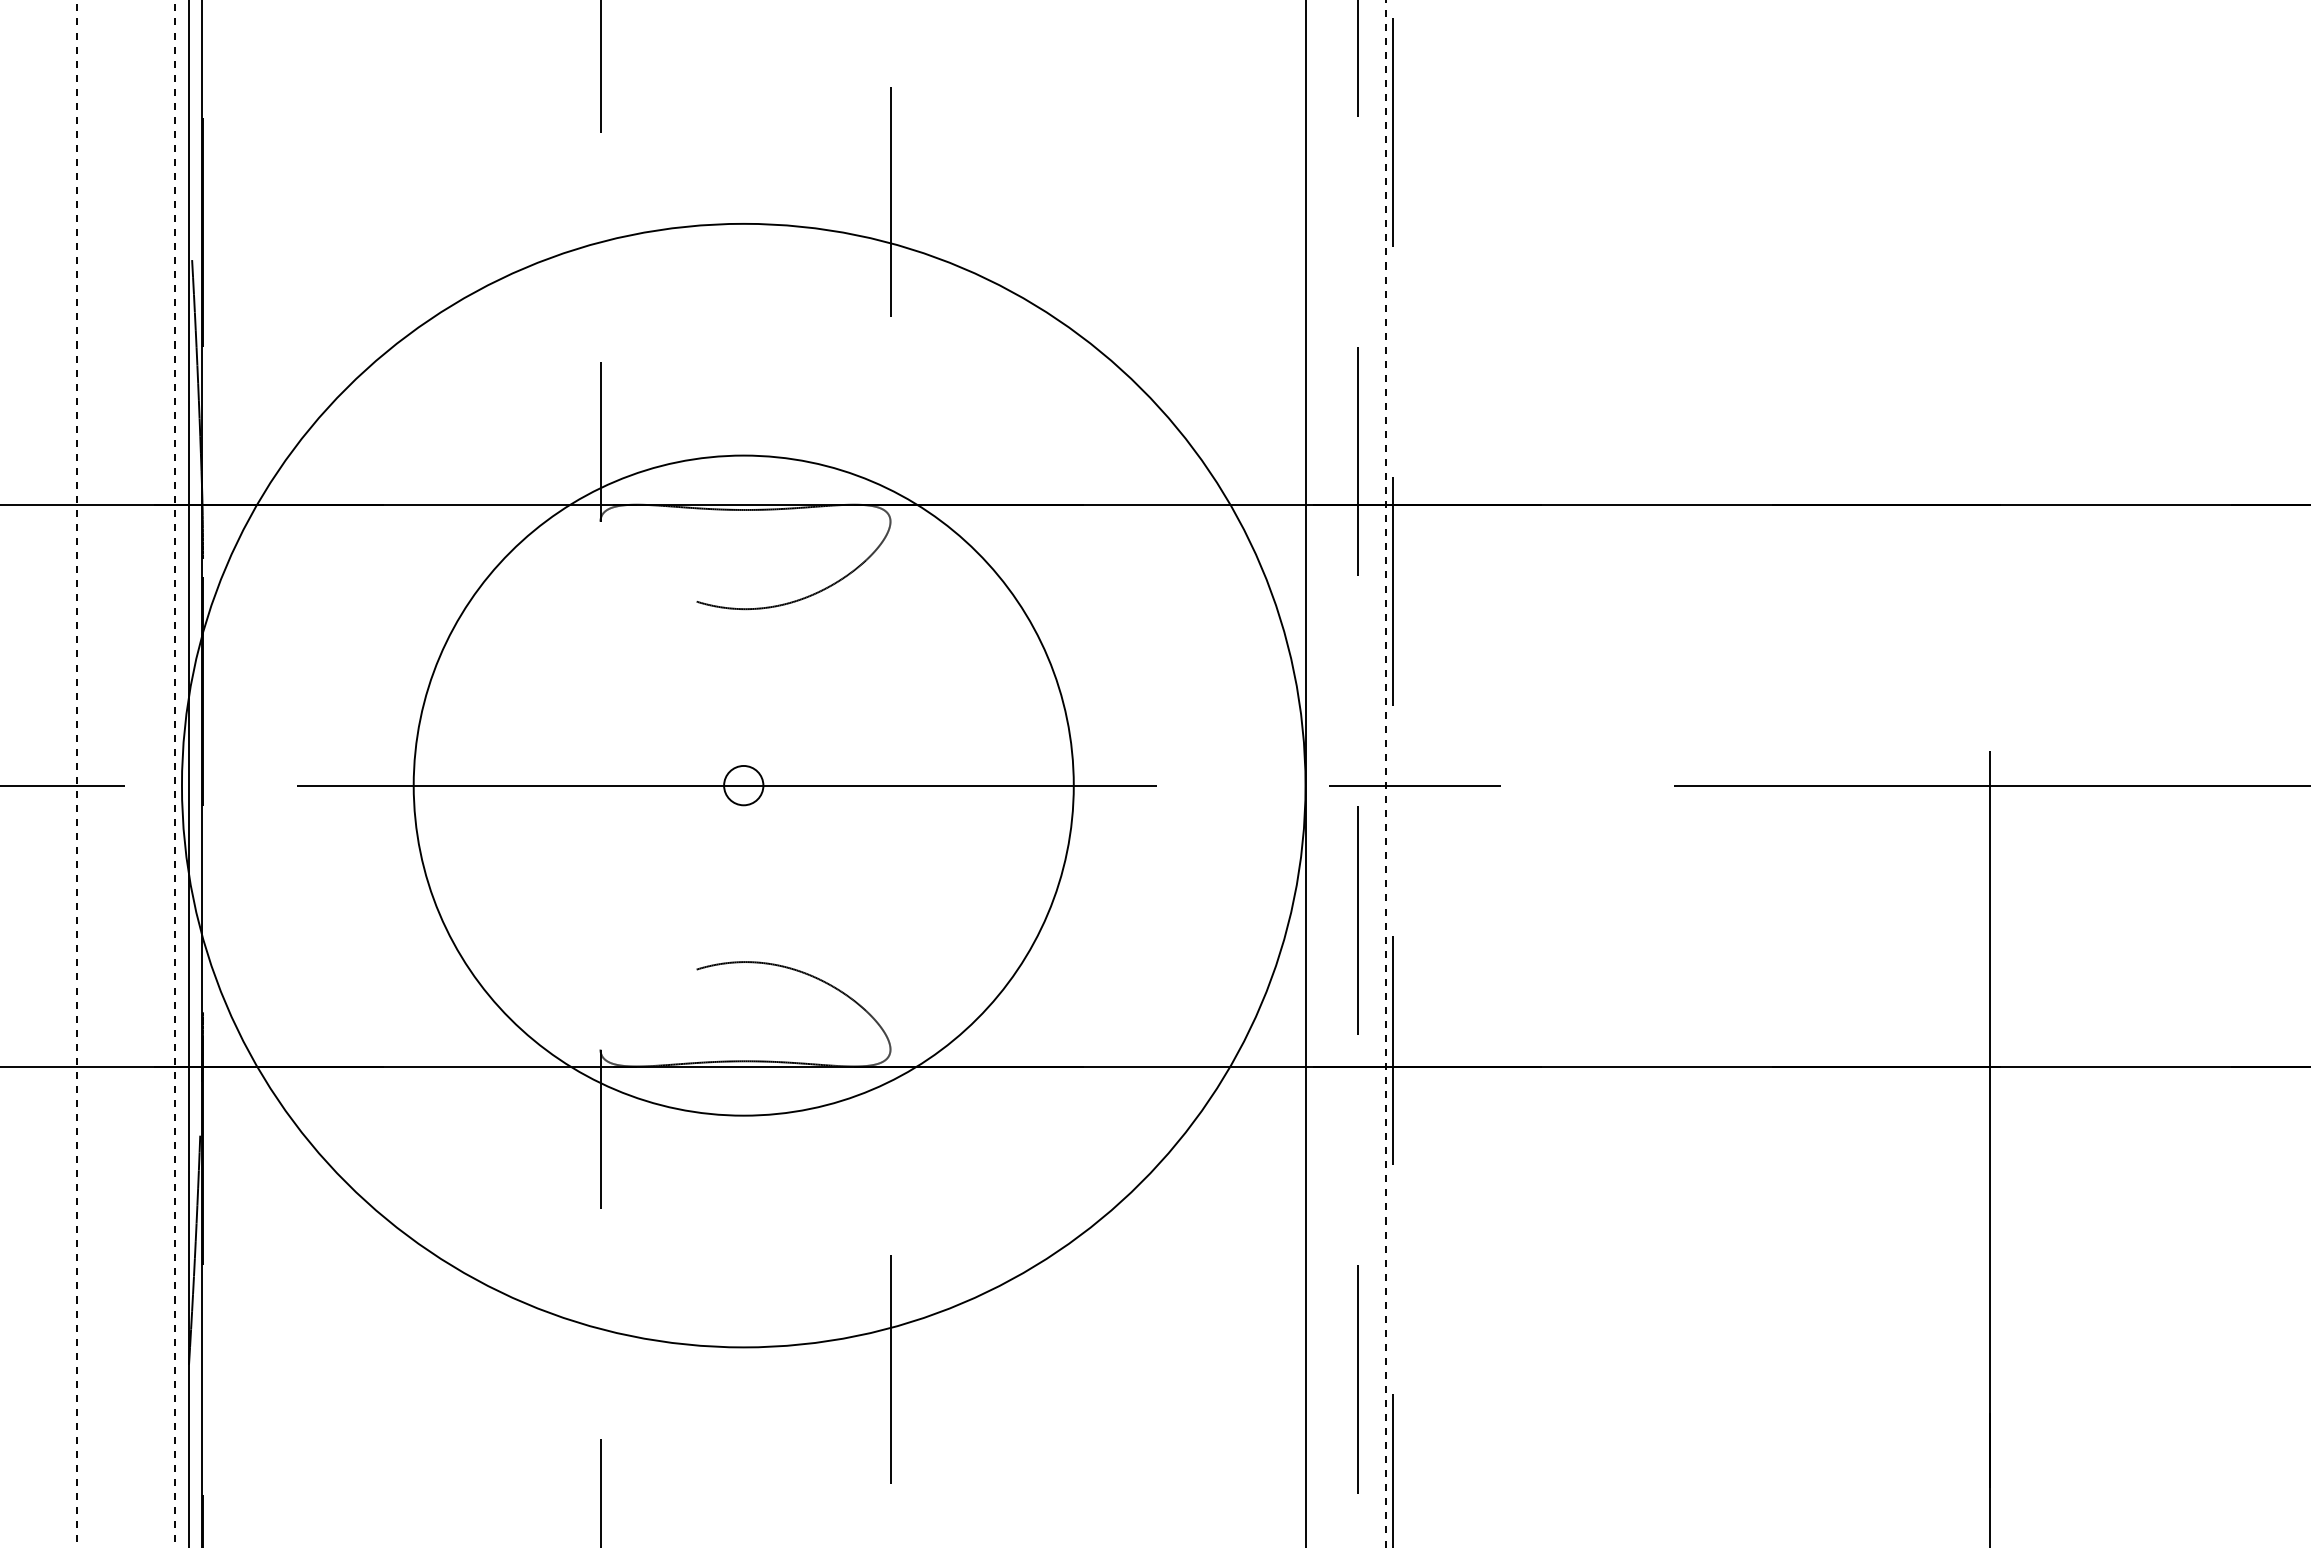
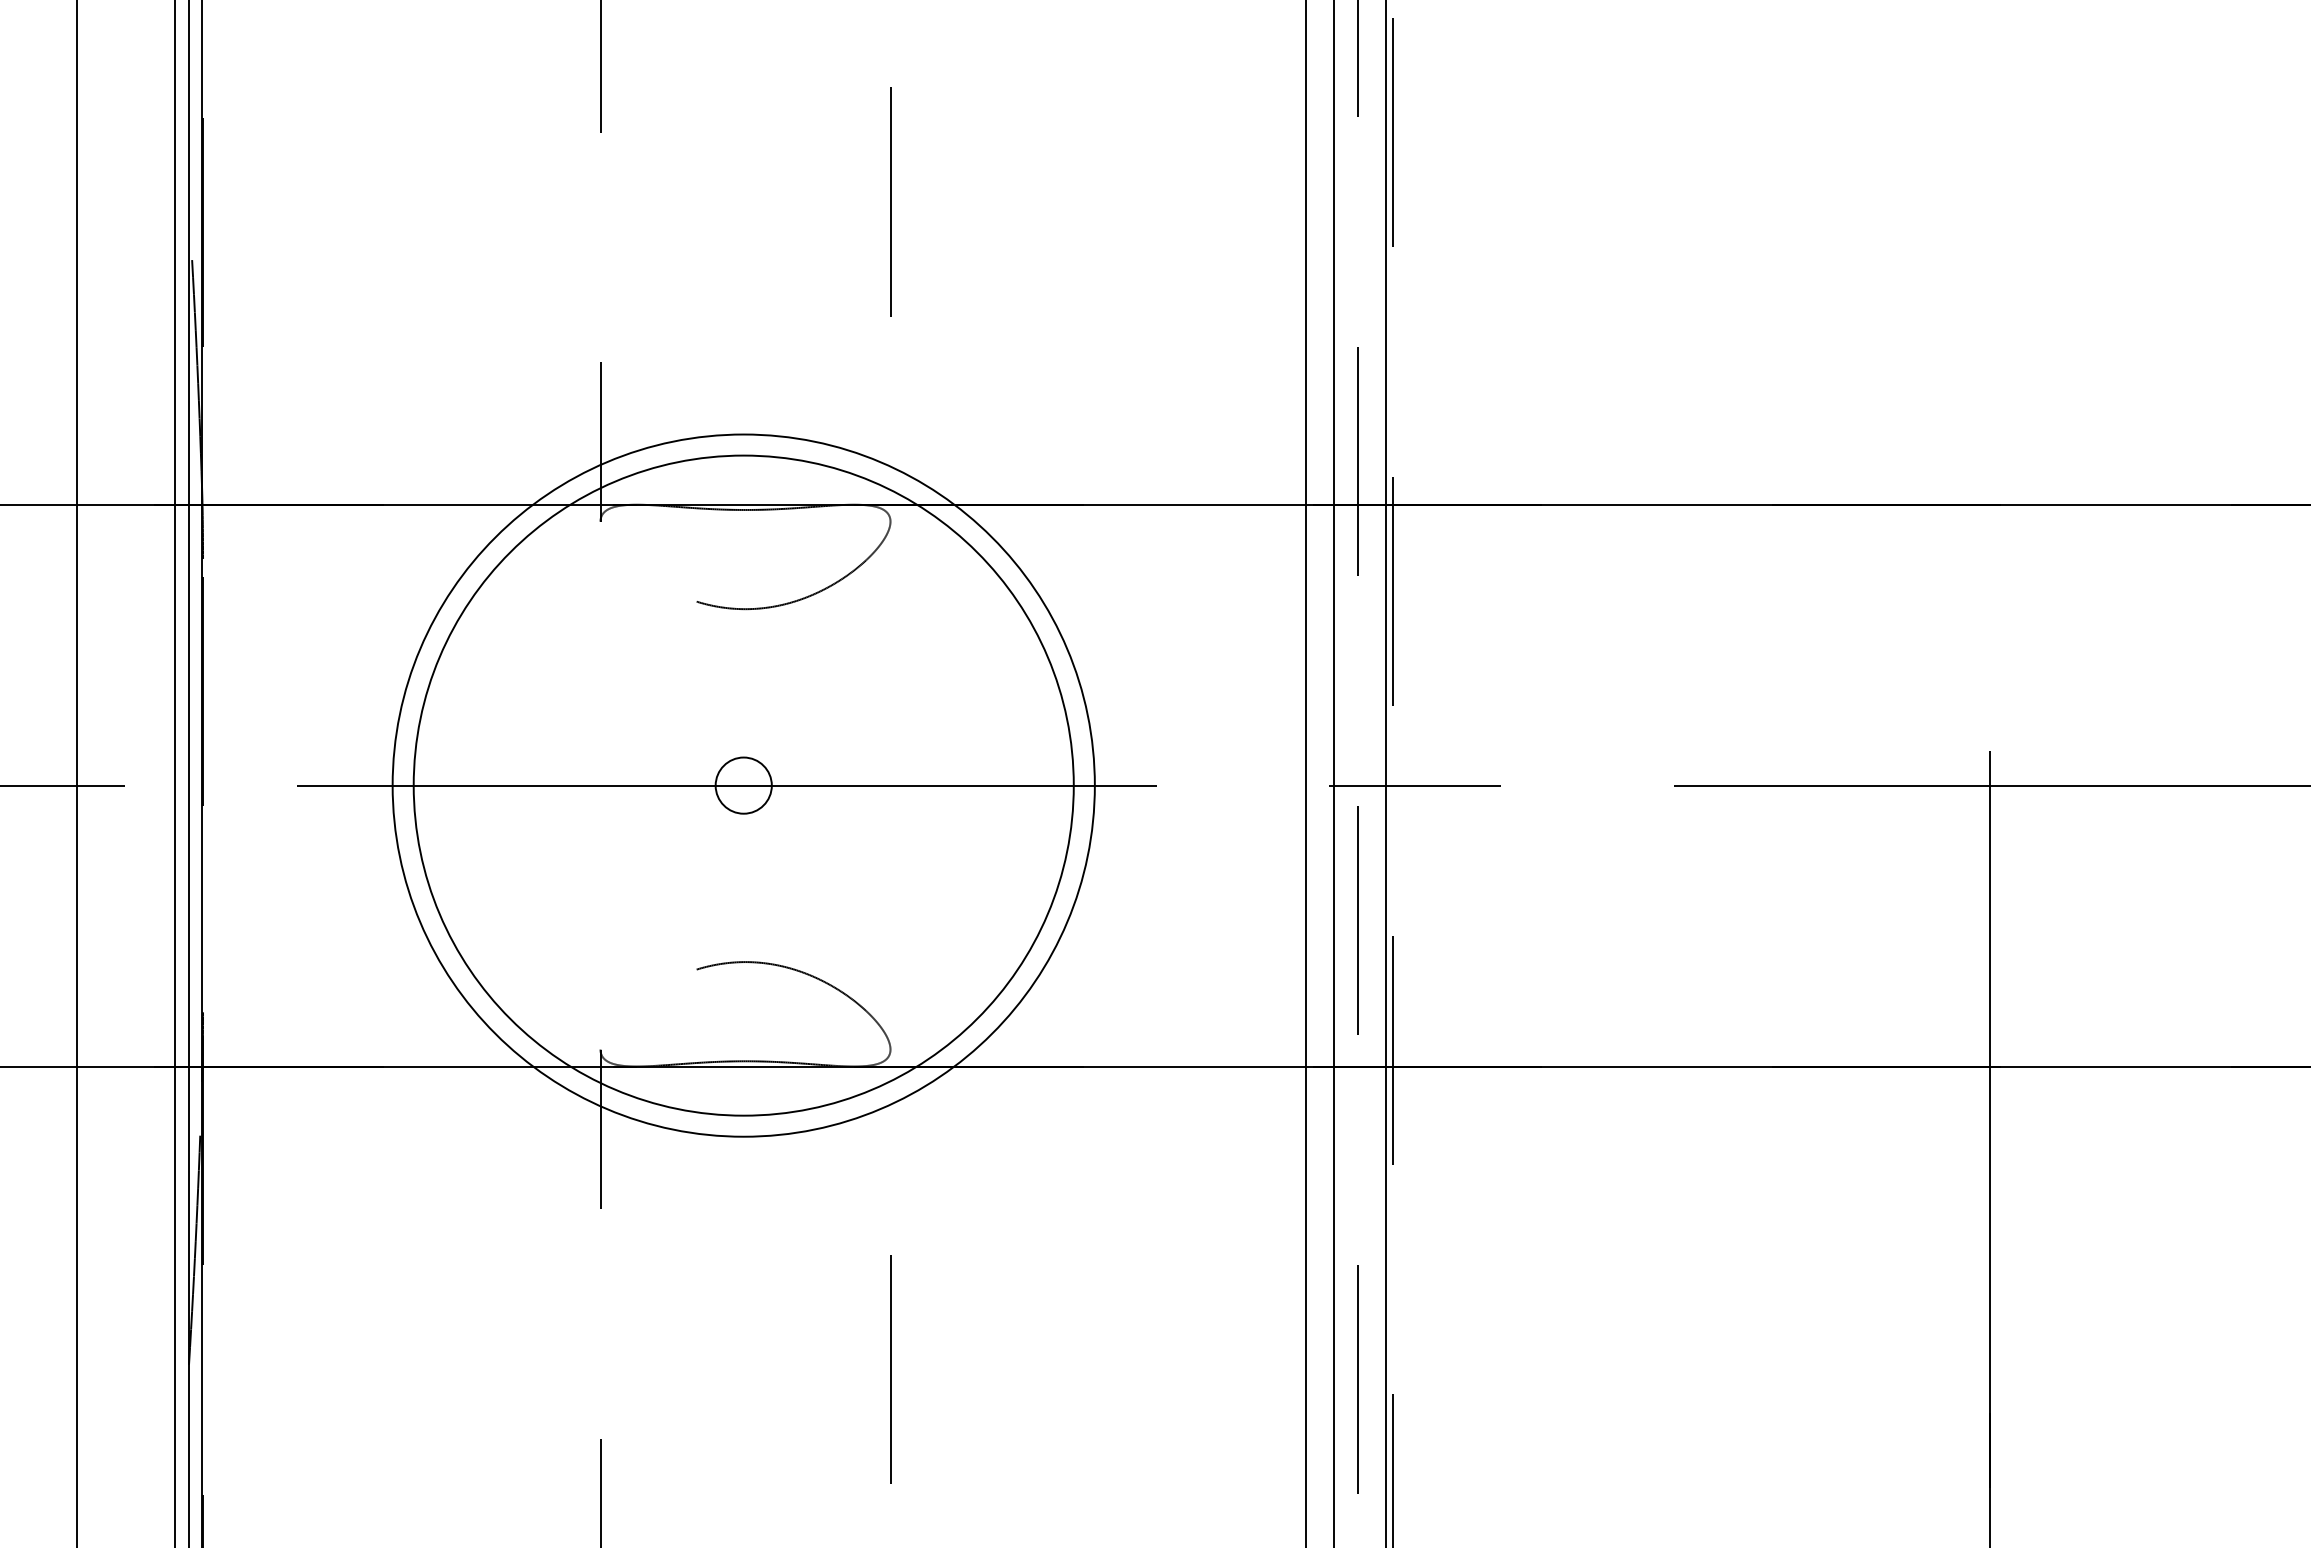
line at (1333, 773): none -> present
line at (76, 774): dashed -> solid
line at (174, 774): dashed -> solid
line at (1385, 774): dashed -> solid
circle at (743, 785) diameter: 1124 px -> 702 px
circle at (743, 785) diameter: 39 px -> 56 px
